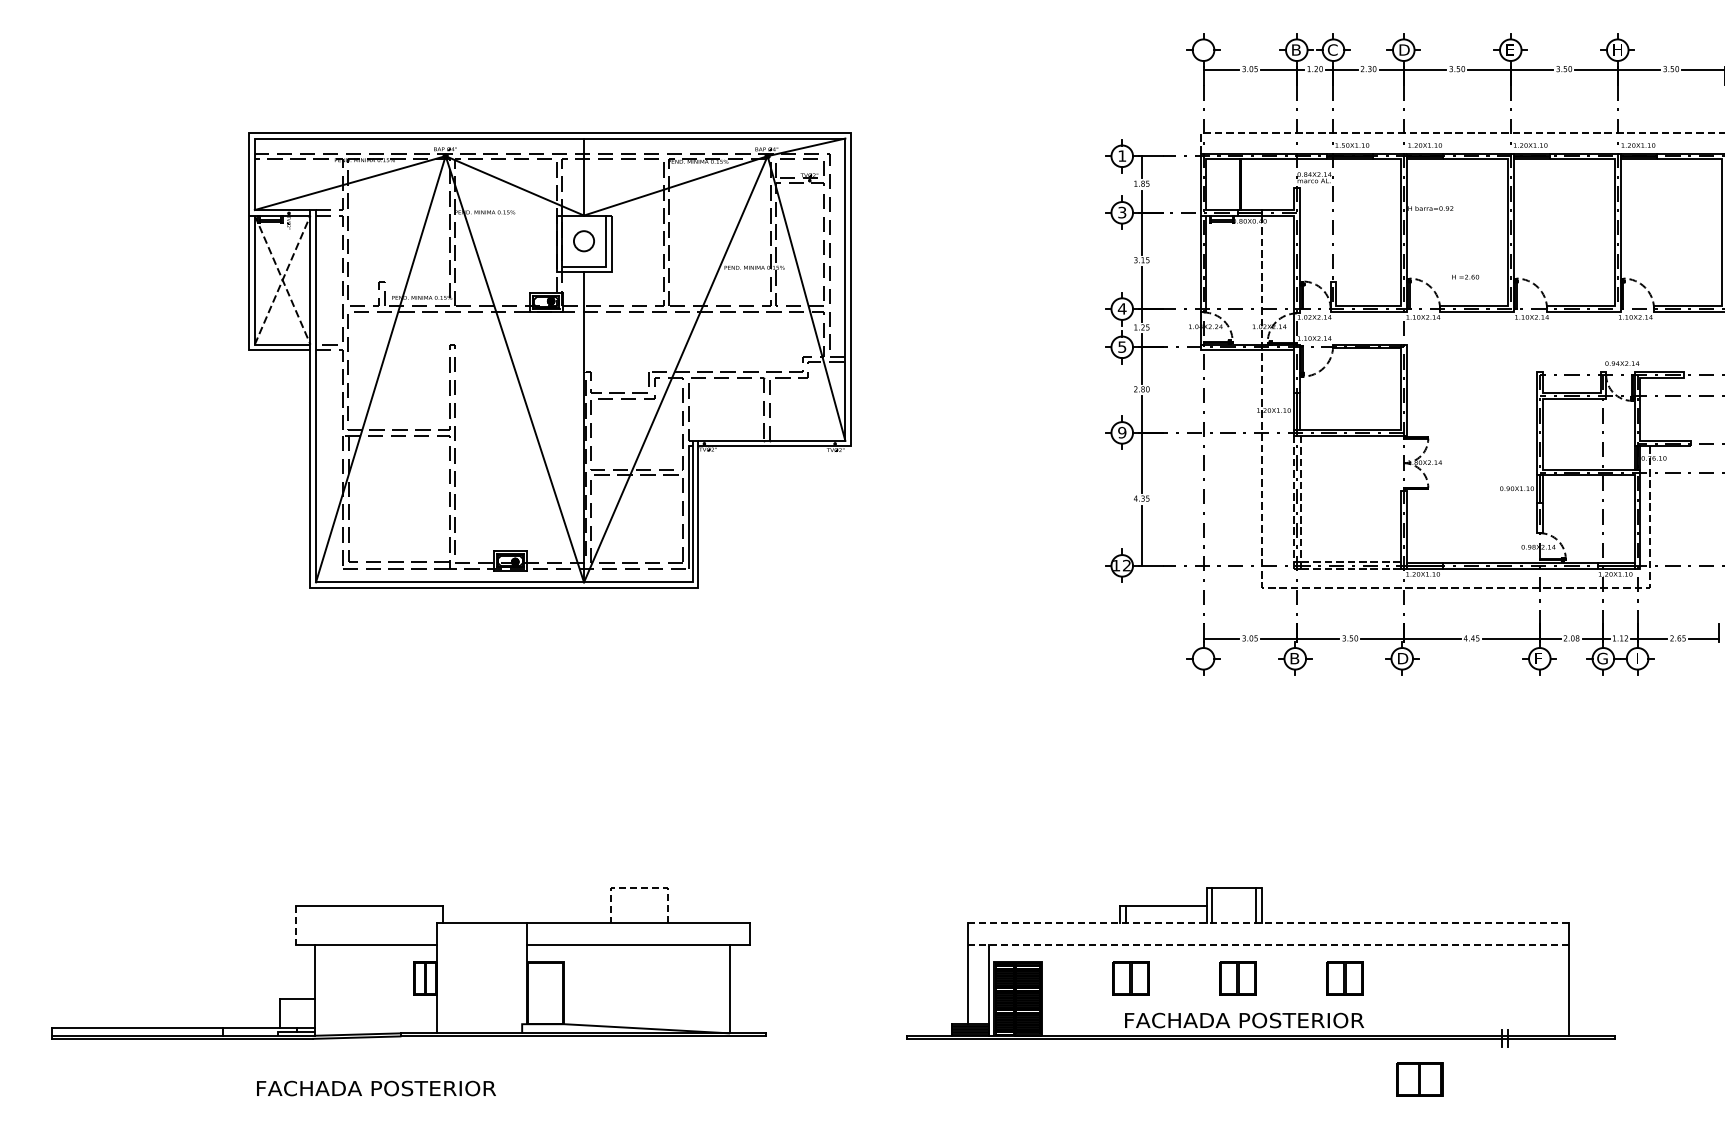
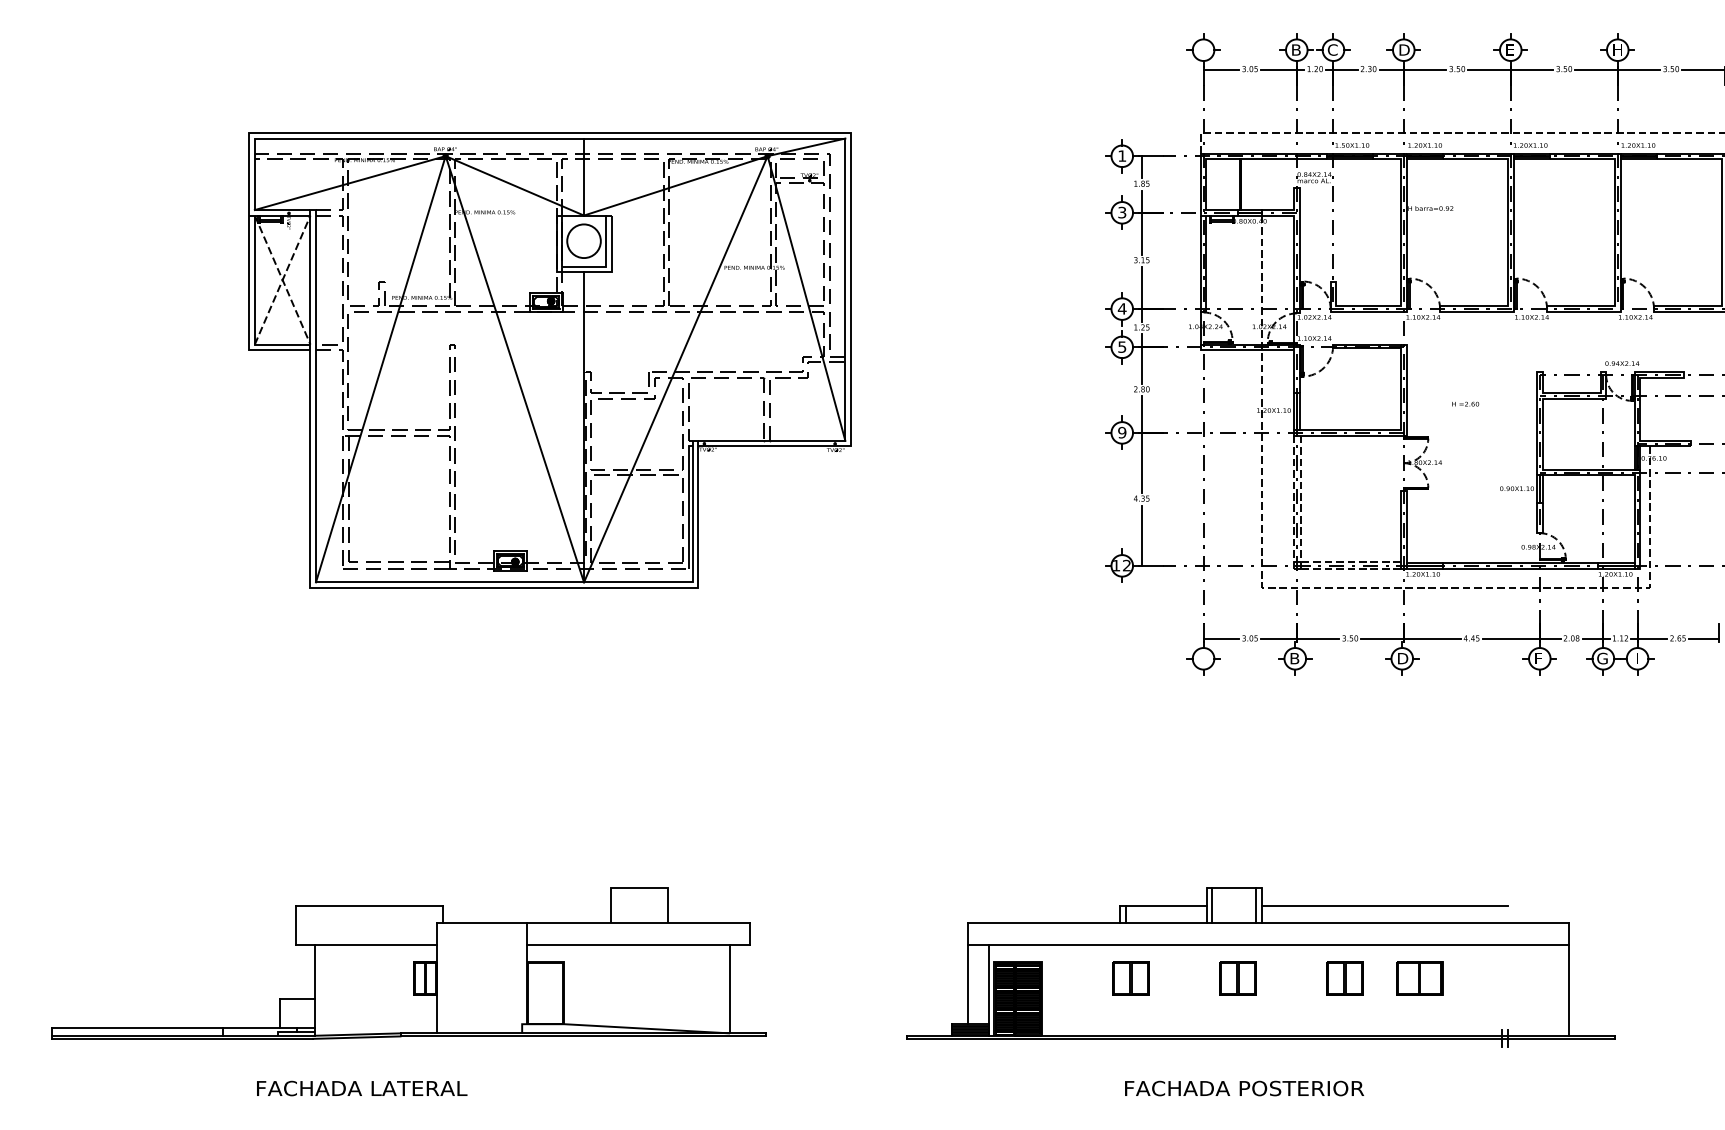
circle at (583, 241) diameter: 20 px -> 34 px
text at (1465, 276) position: (1465, 276) -> (1465, 403)
line at (639, 888): dashed -> solid
line at (1384, 906): none -> present
line at (1268, 923): dashed -> solid
line at (295, 925): dashed -> solid
line at (1268, 944): dashed -> solid
text at (1244, 1020) position: (1244, 1020) -> (1244, 1088)
part at (1419, 1079) position: (1419, 1079) -> (1419, 978)
text at (434, 1088): FACHADA POSTERIOR -> FACHADA LATERAL
